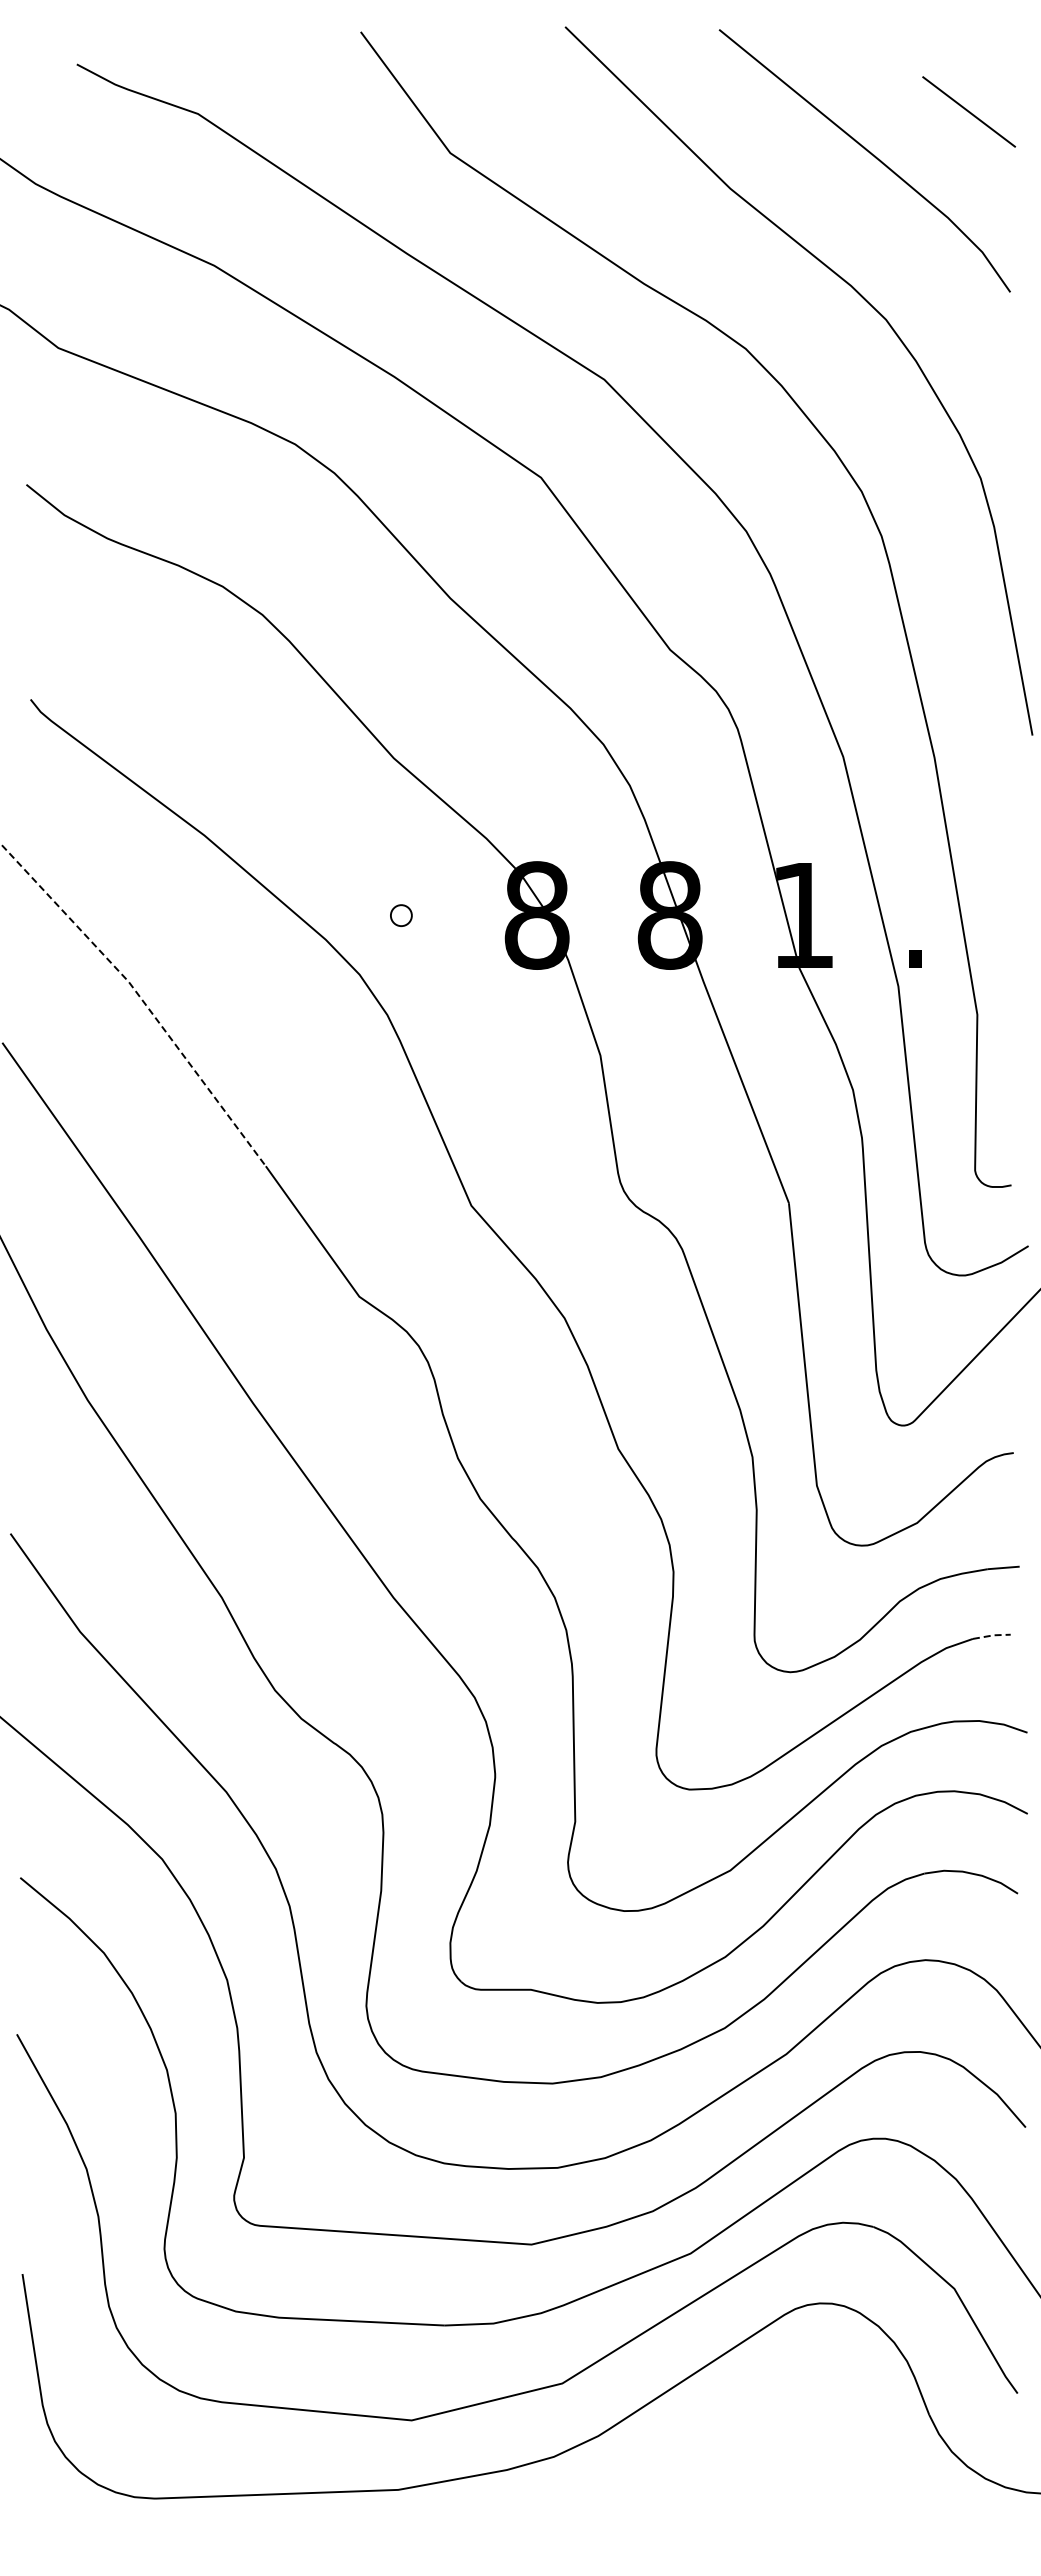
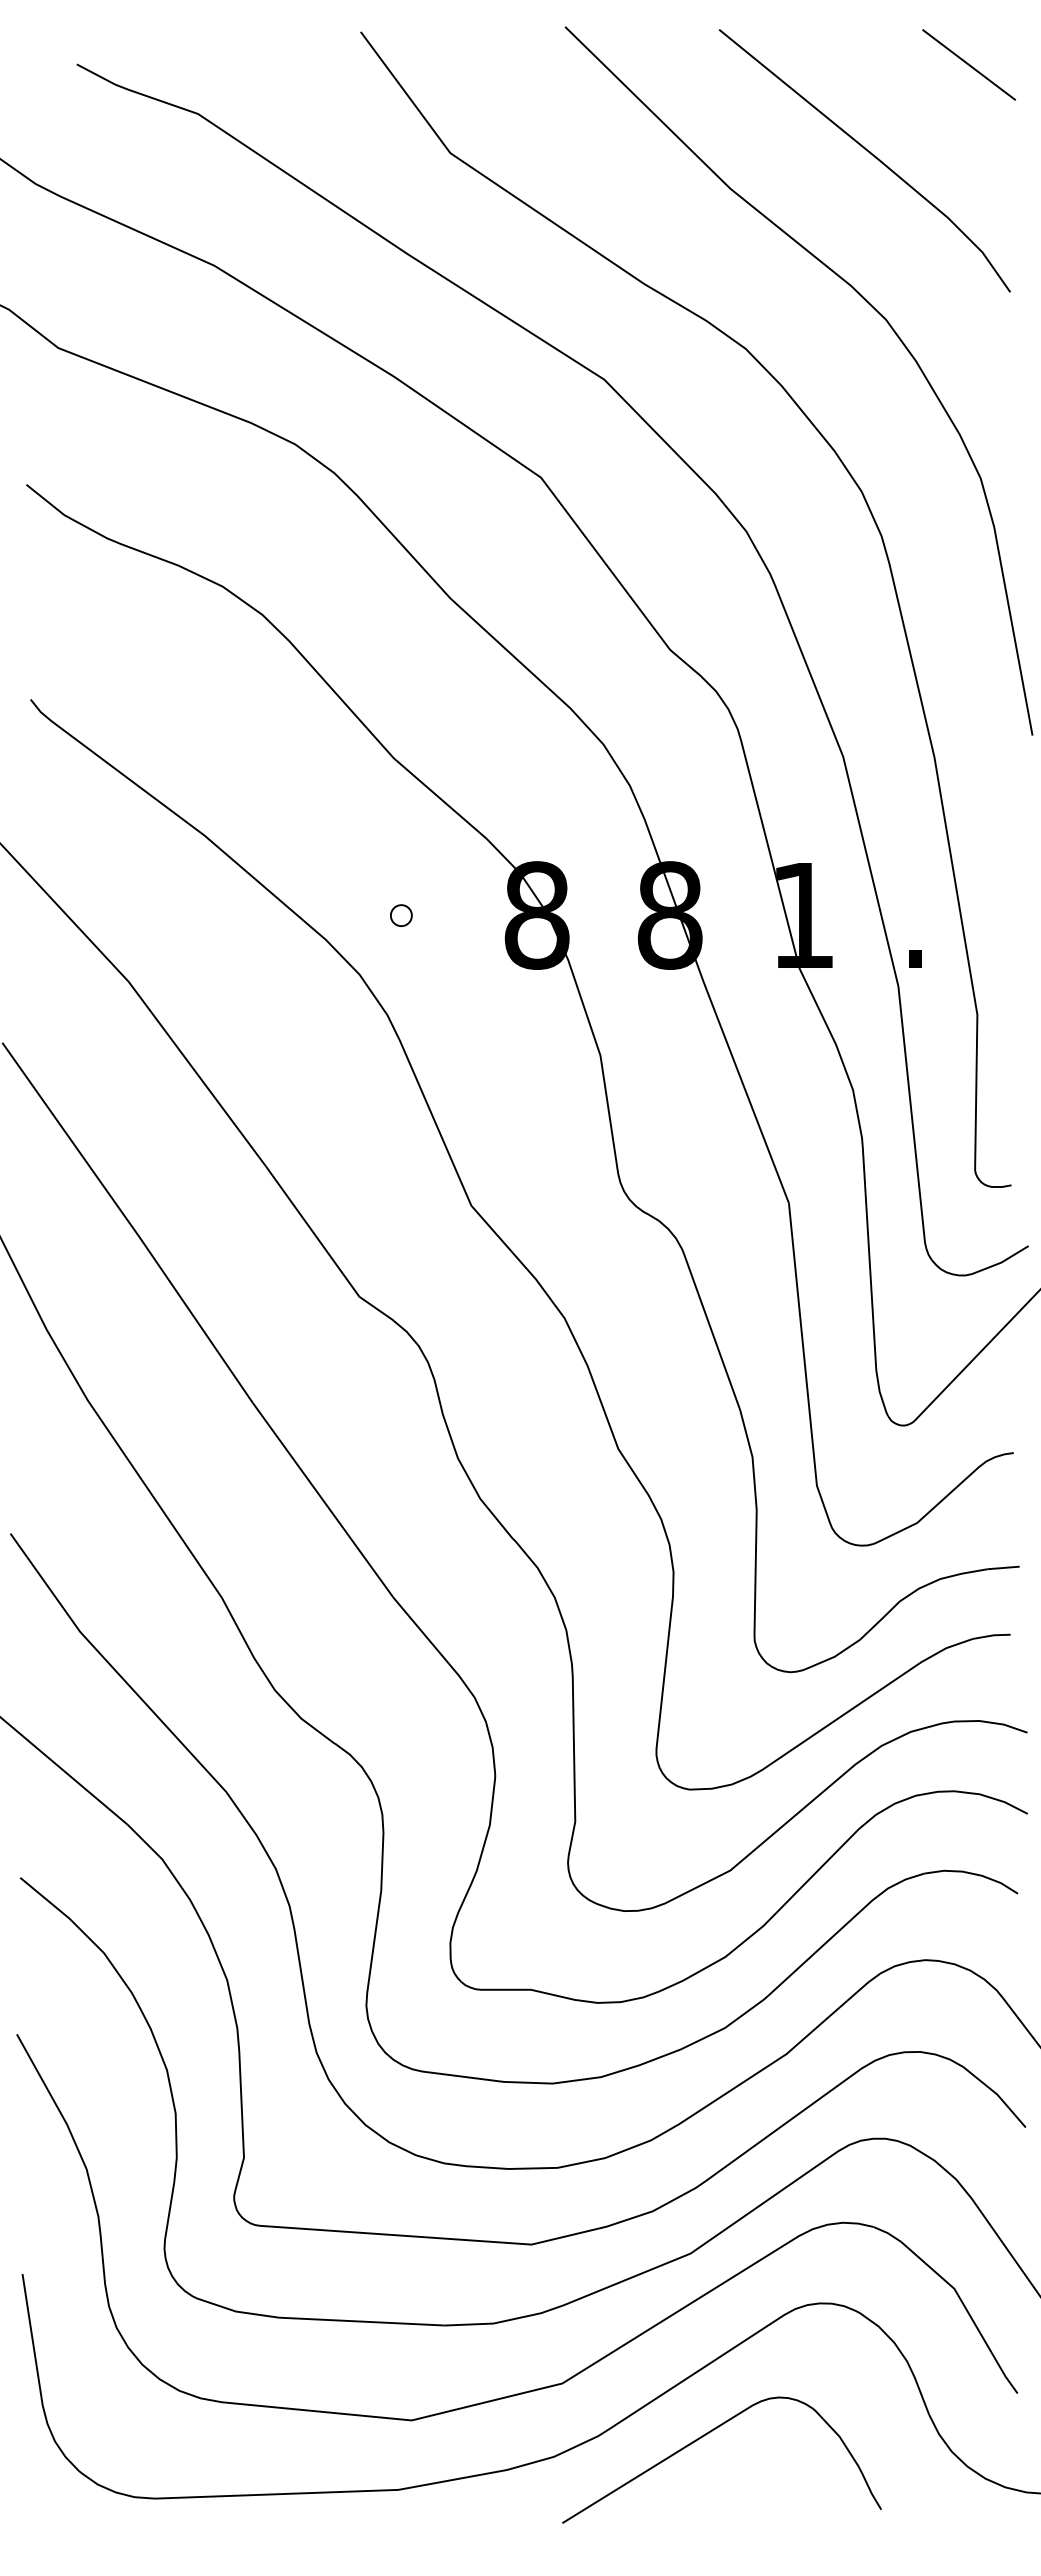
line at (968, 111) position: (968, 111) -> (968, 64)
line at (140, 997): dashed -> solid
line at (991, 1635): dashed -> solid
curve at (706, 2435): none -> present
